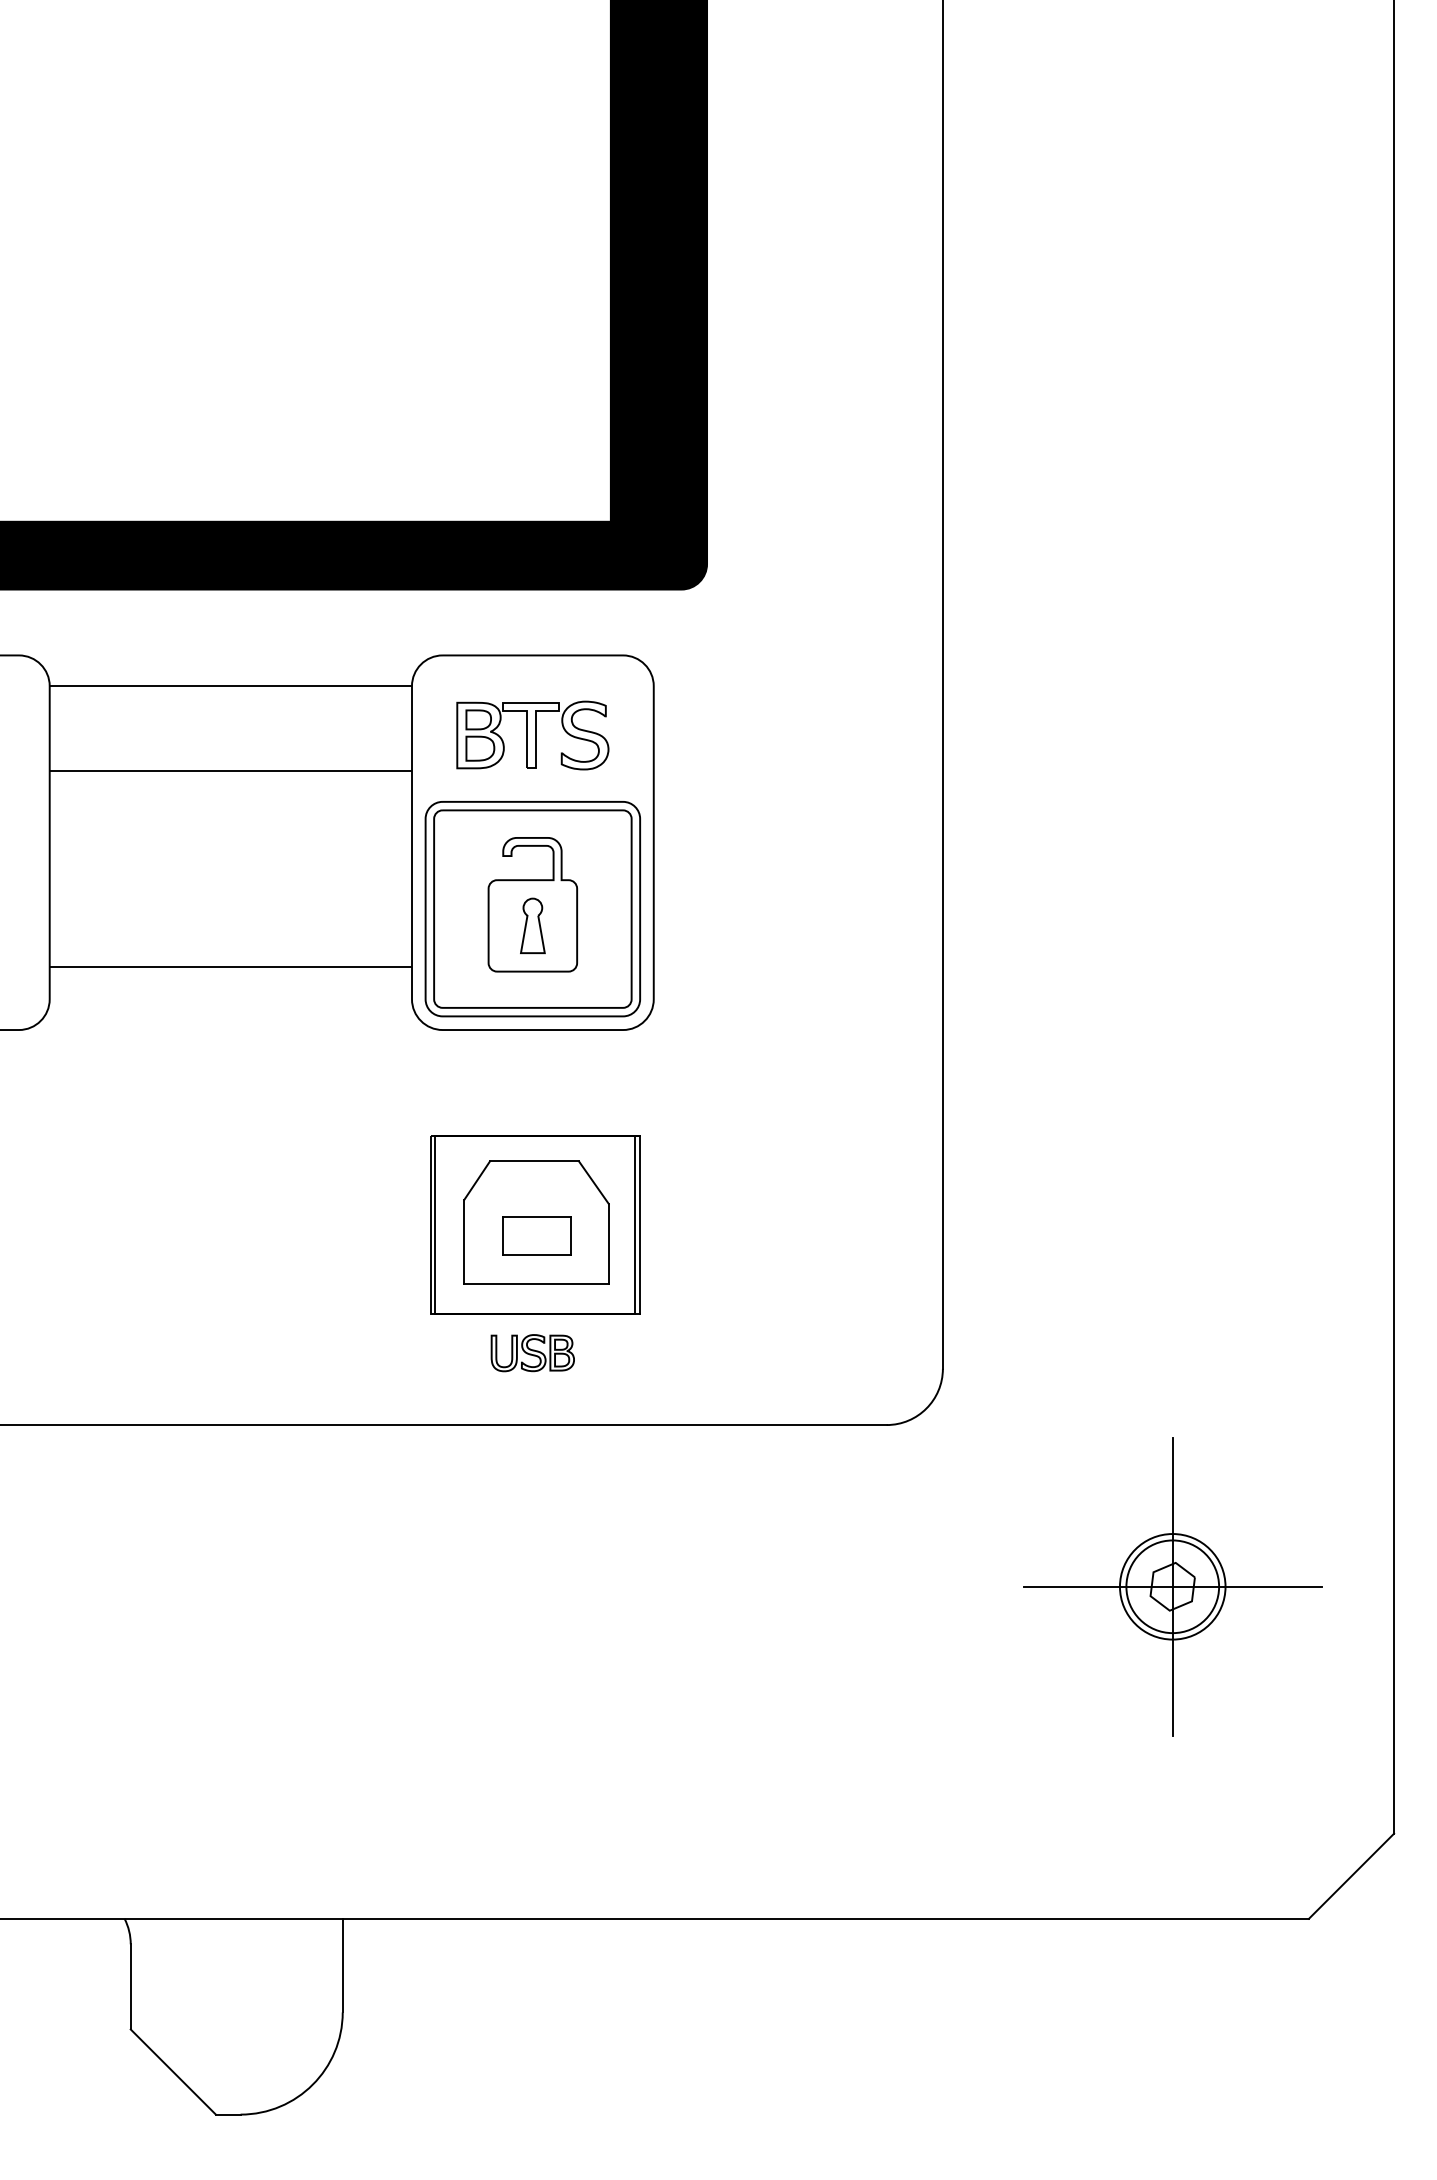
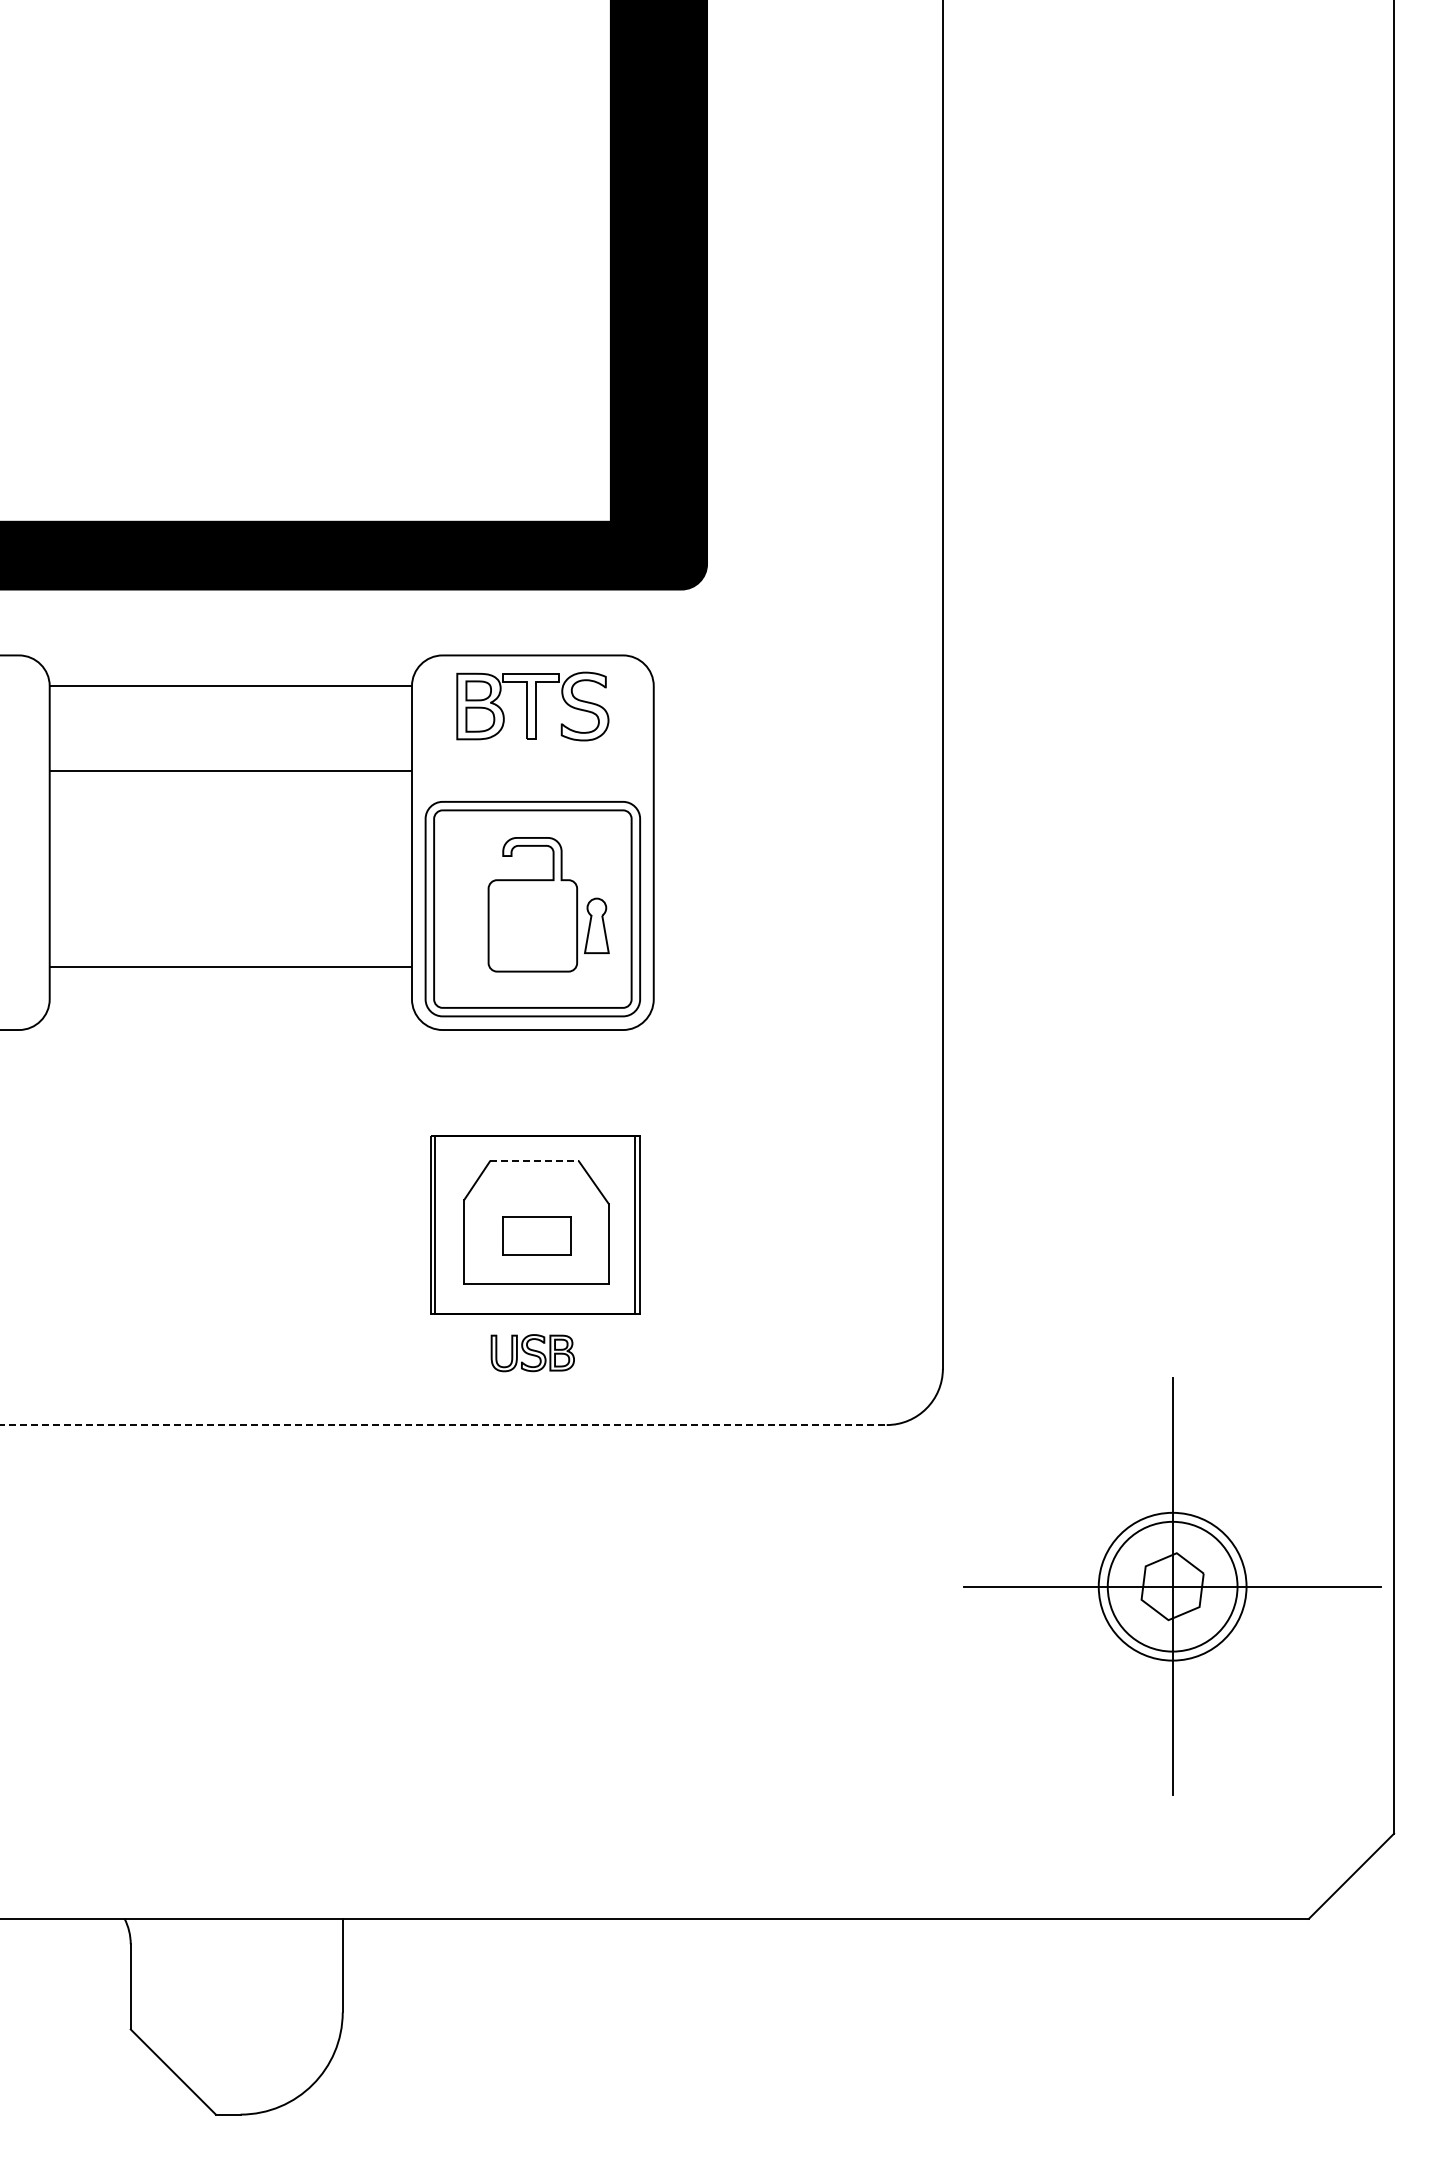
part at (532, 735) position: (532, 735) -> (532, 706)
part at (532, 925) position: (532, 925) -> (596, 925)
line at (534, 1161): solid -> dashed
line at (443, 1425): solid -> dashed
part at (1172, 1586) size: 300x300 px -> 419x419 px
